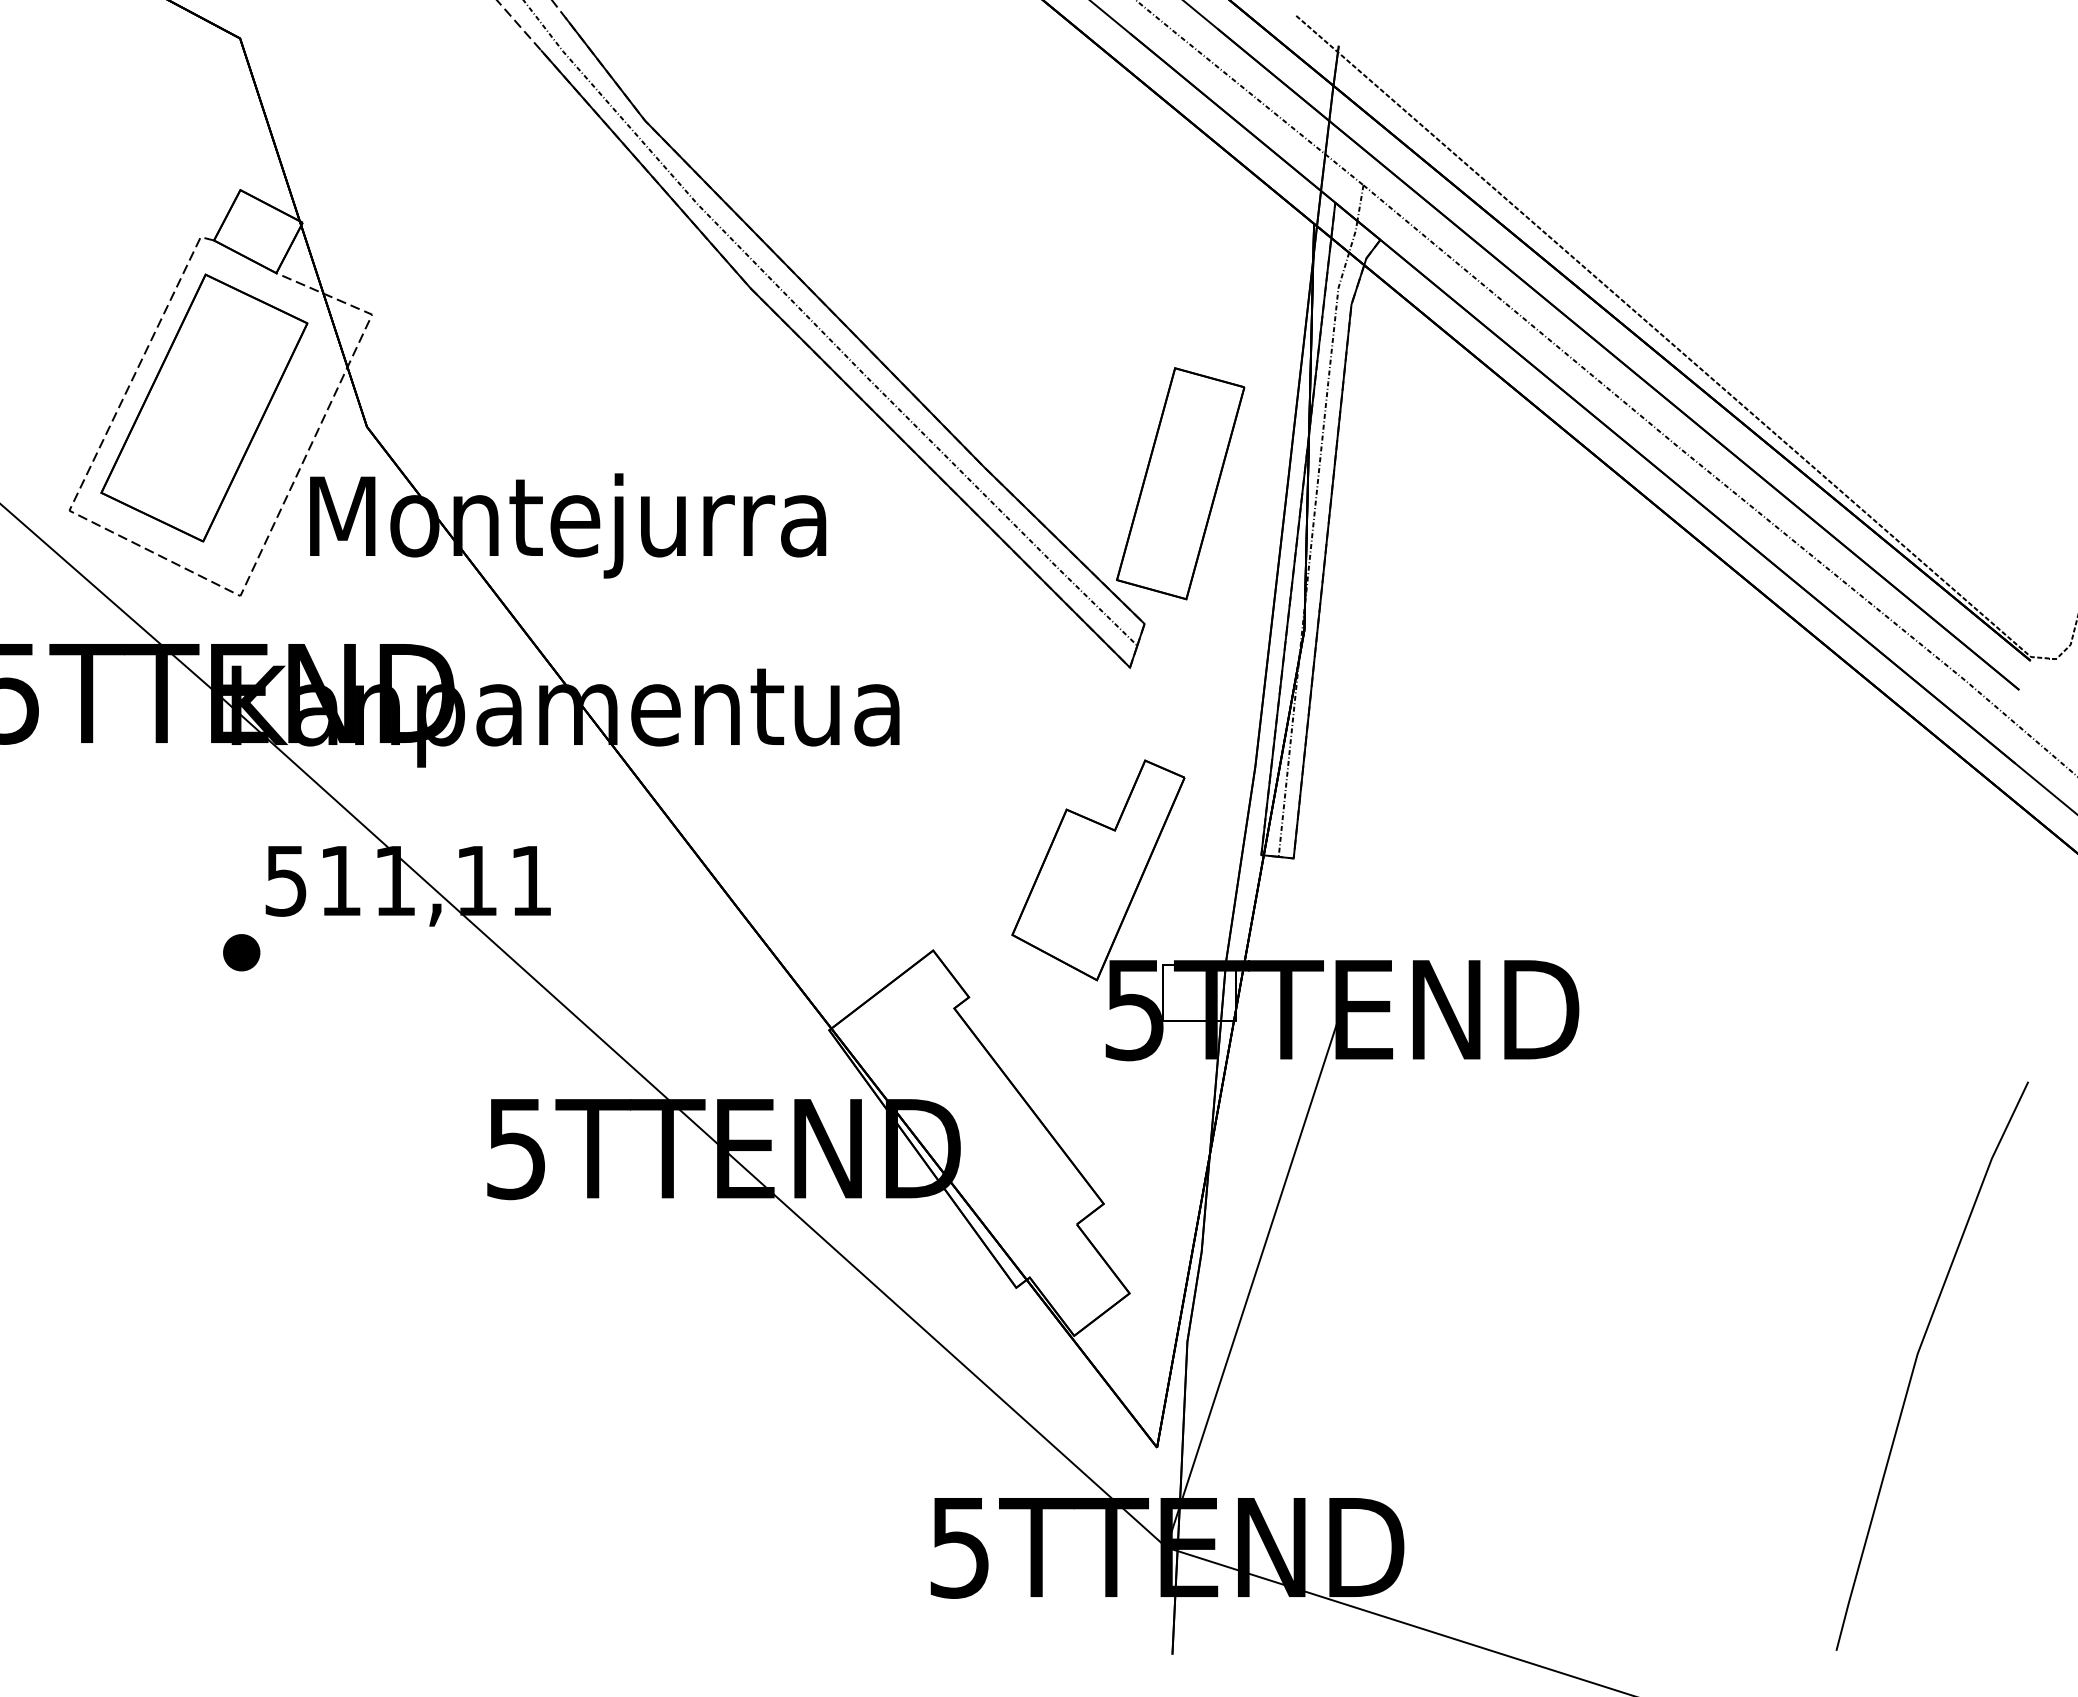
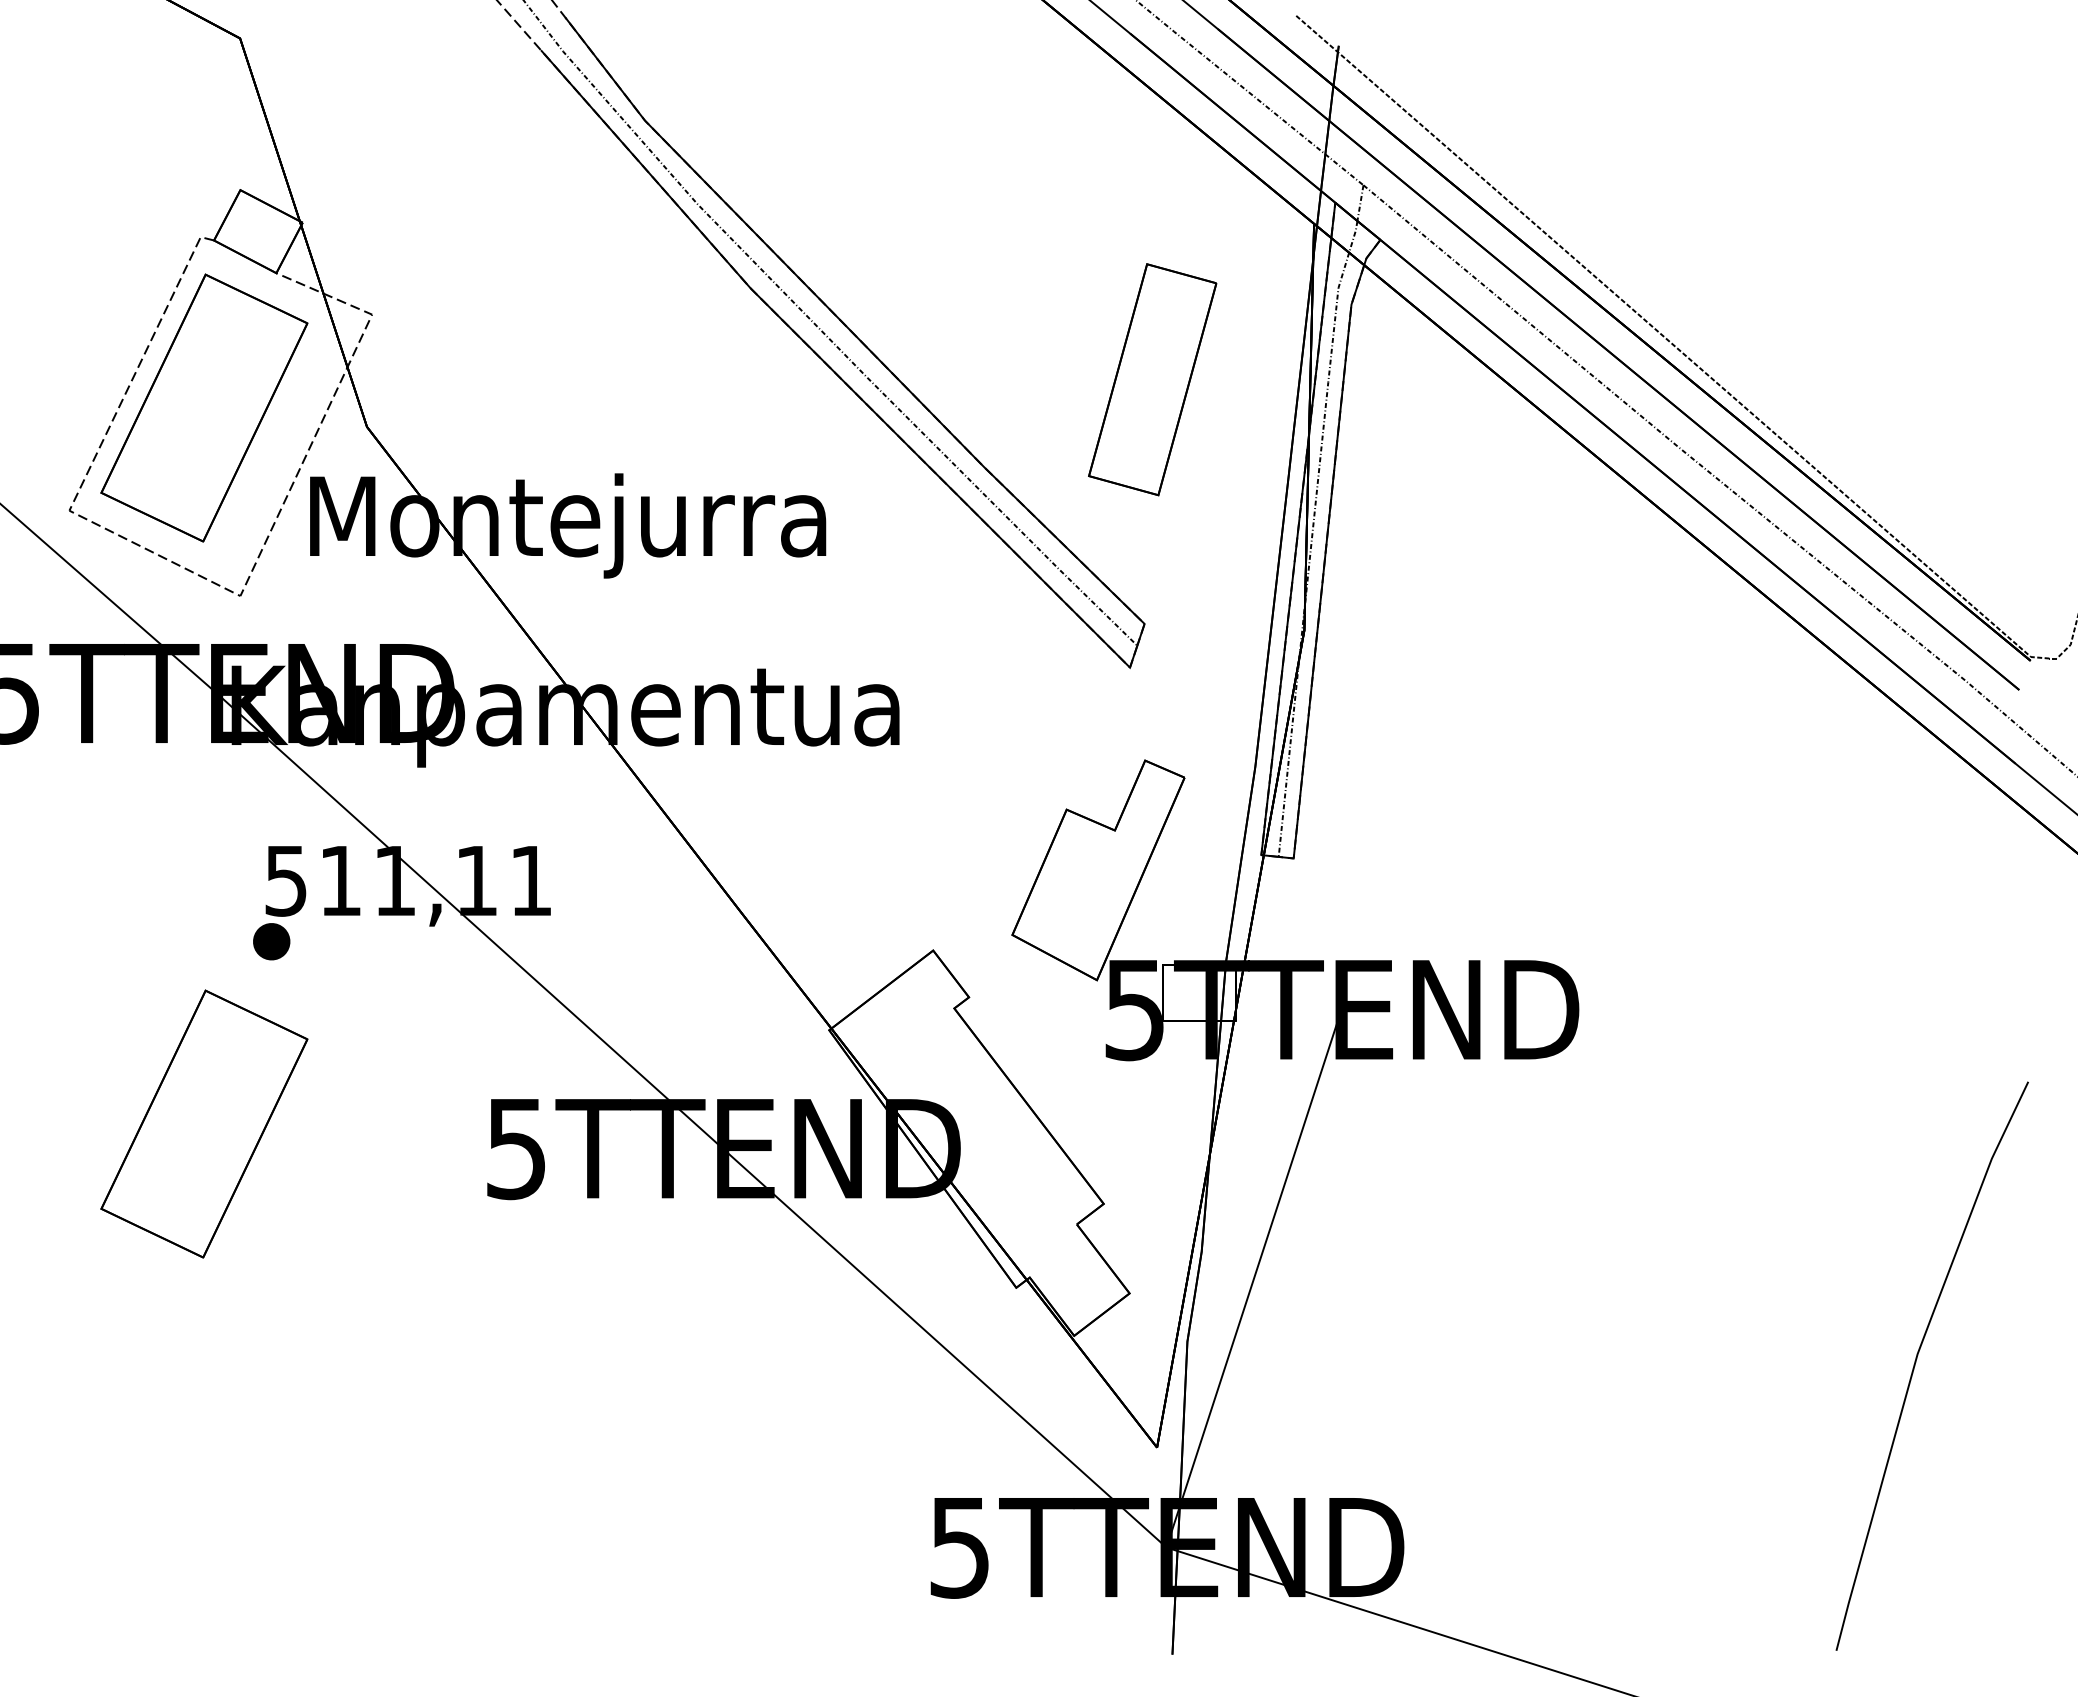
part at (1180, 483) position: (1180, 483) -> (1152, 379)
part at (241, 952) position: (241, 952) -> (271, 941)
part at (204, 1123): none -> present
